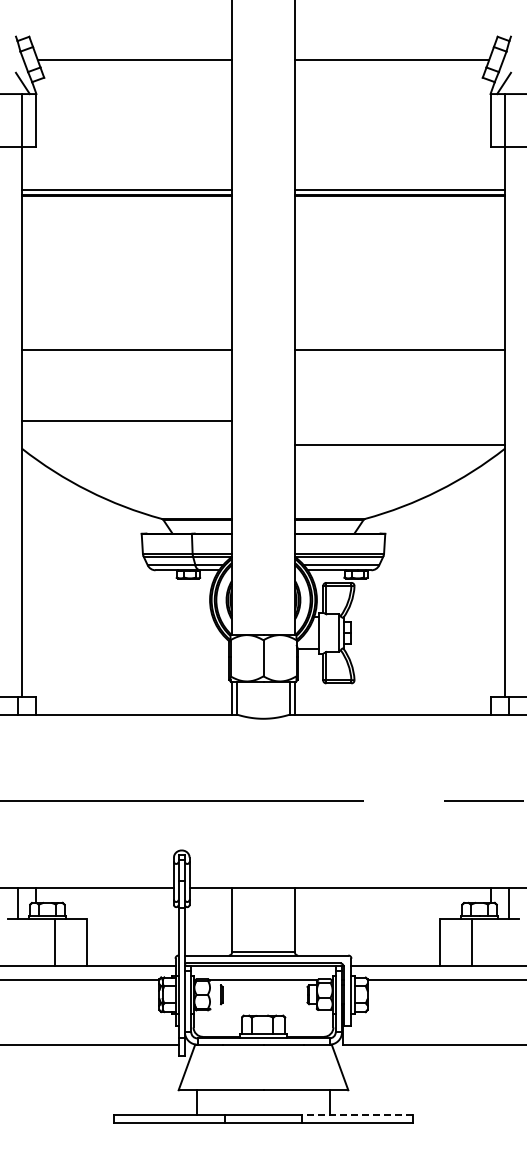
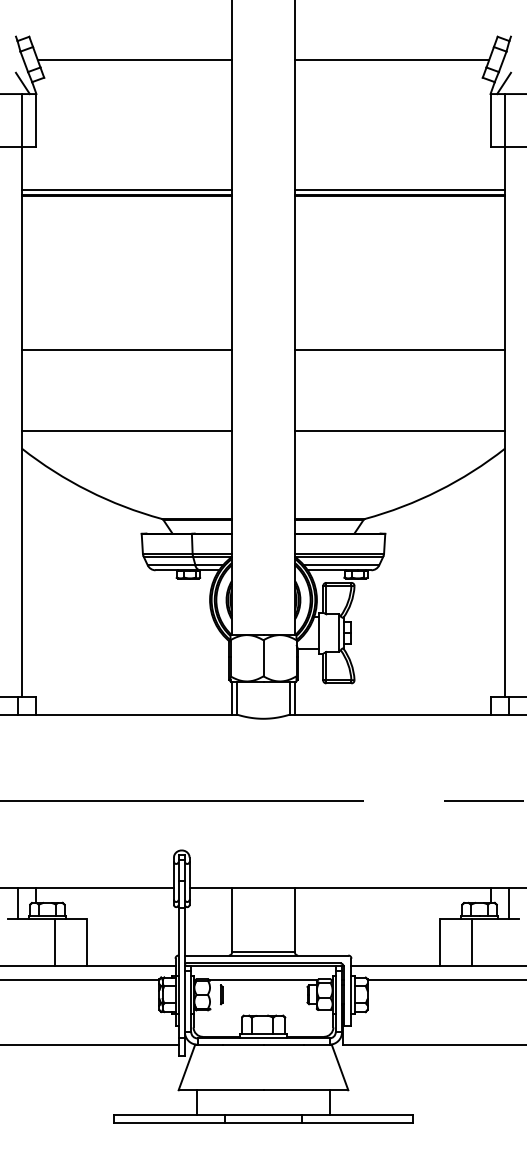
line at (126, 421) position: (126, 421) -> (126, 431)
line at (399, 445) position: (399, 445) -> (399, 431)
line at (356, 1115): dashed -> solid
